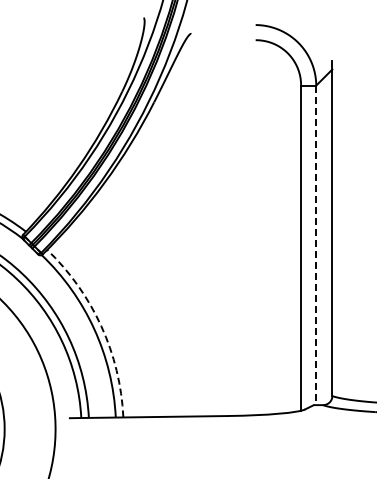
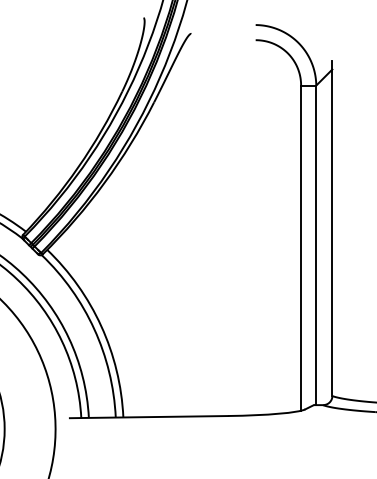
line at (316, 245): dashed -> solid
arc at (101, 326): dashed -> solid
